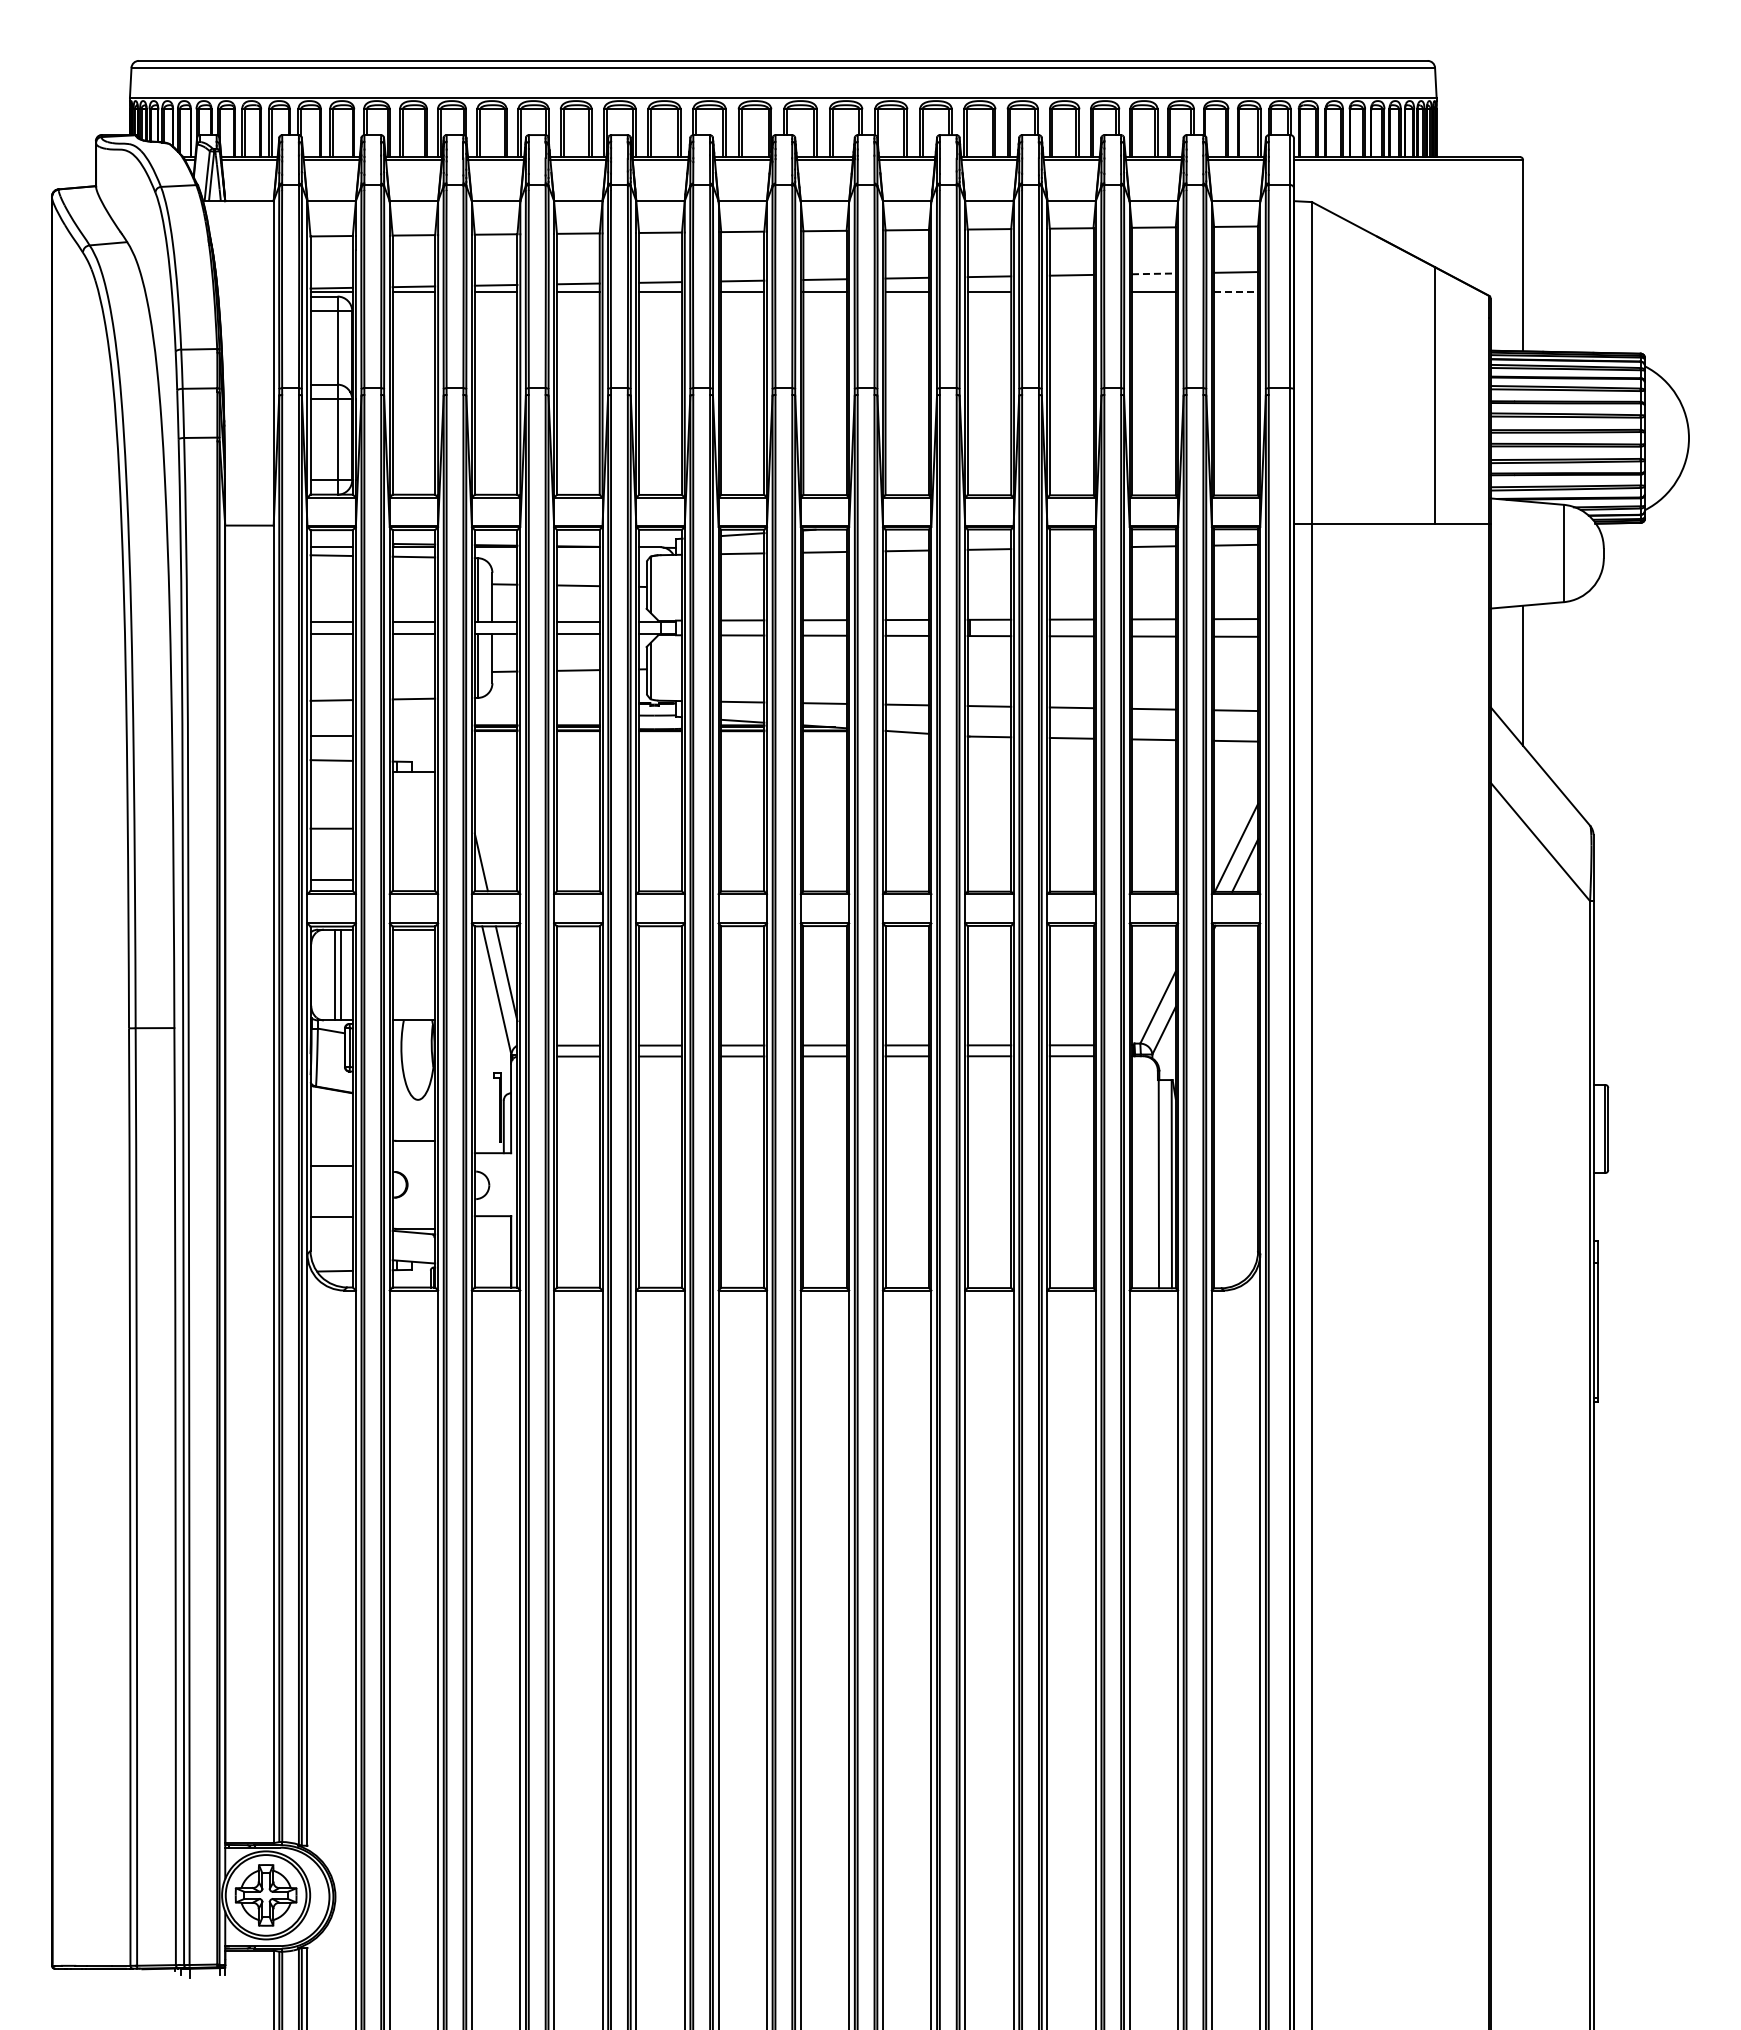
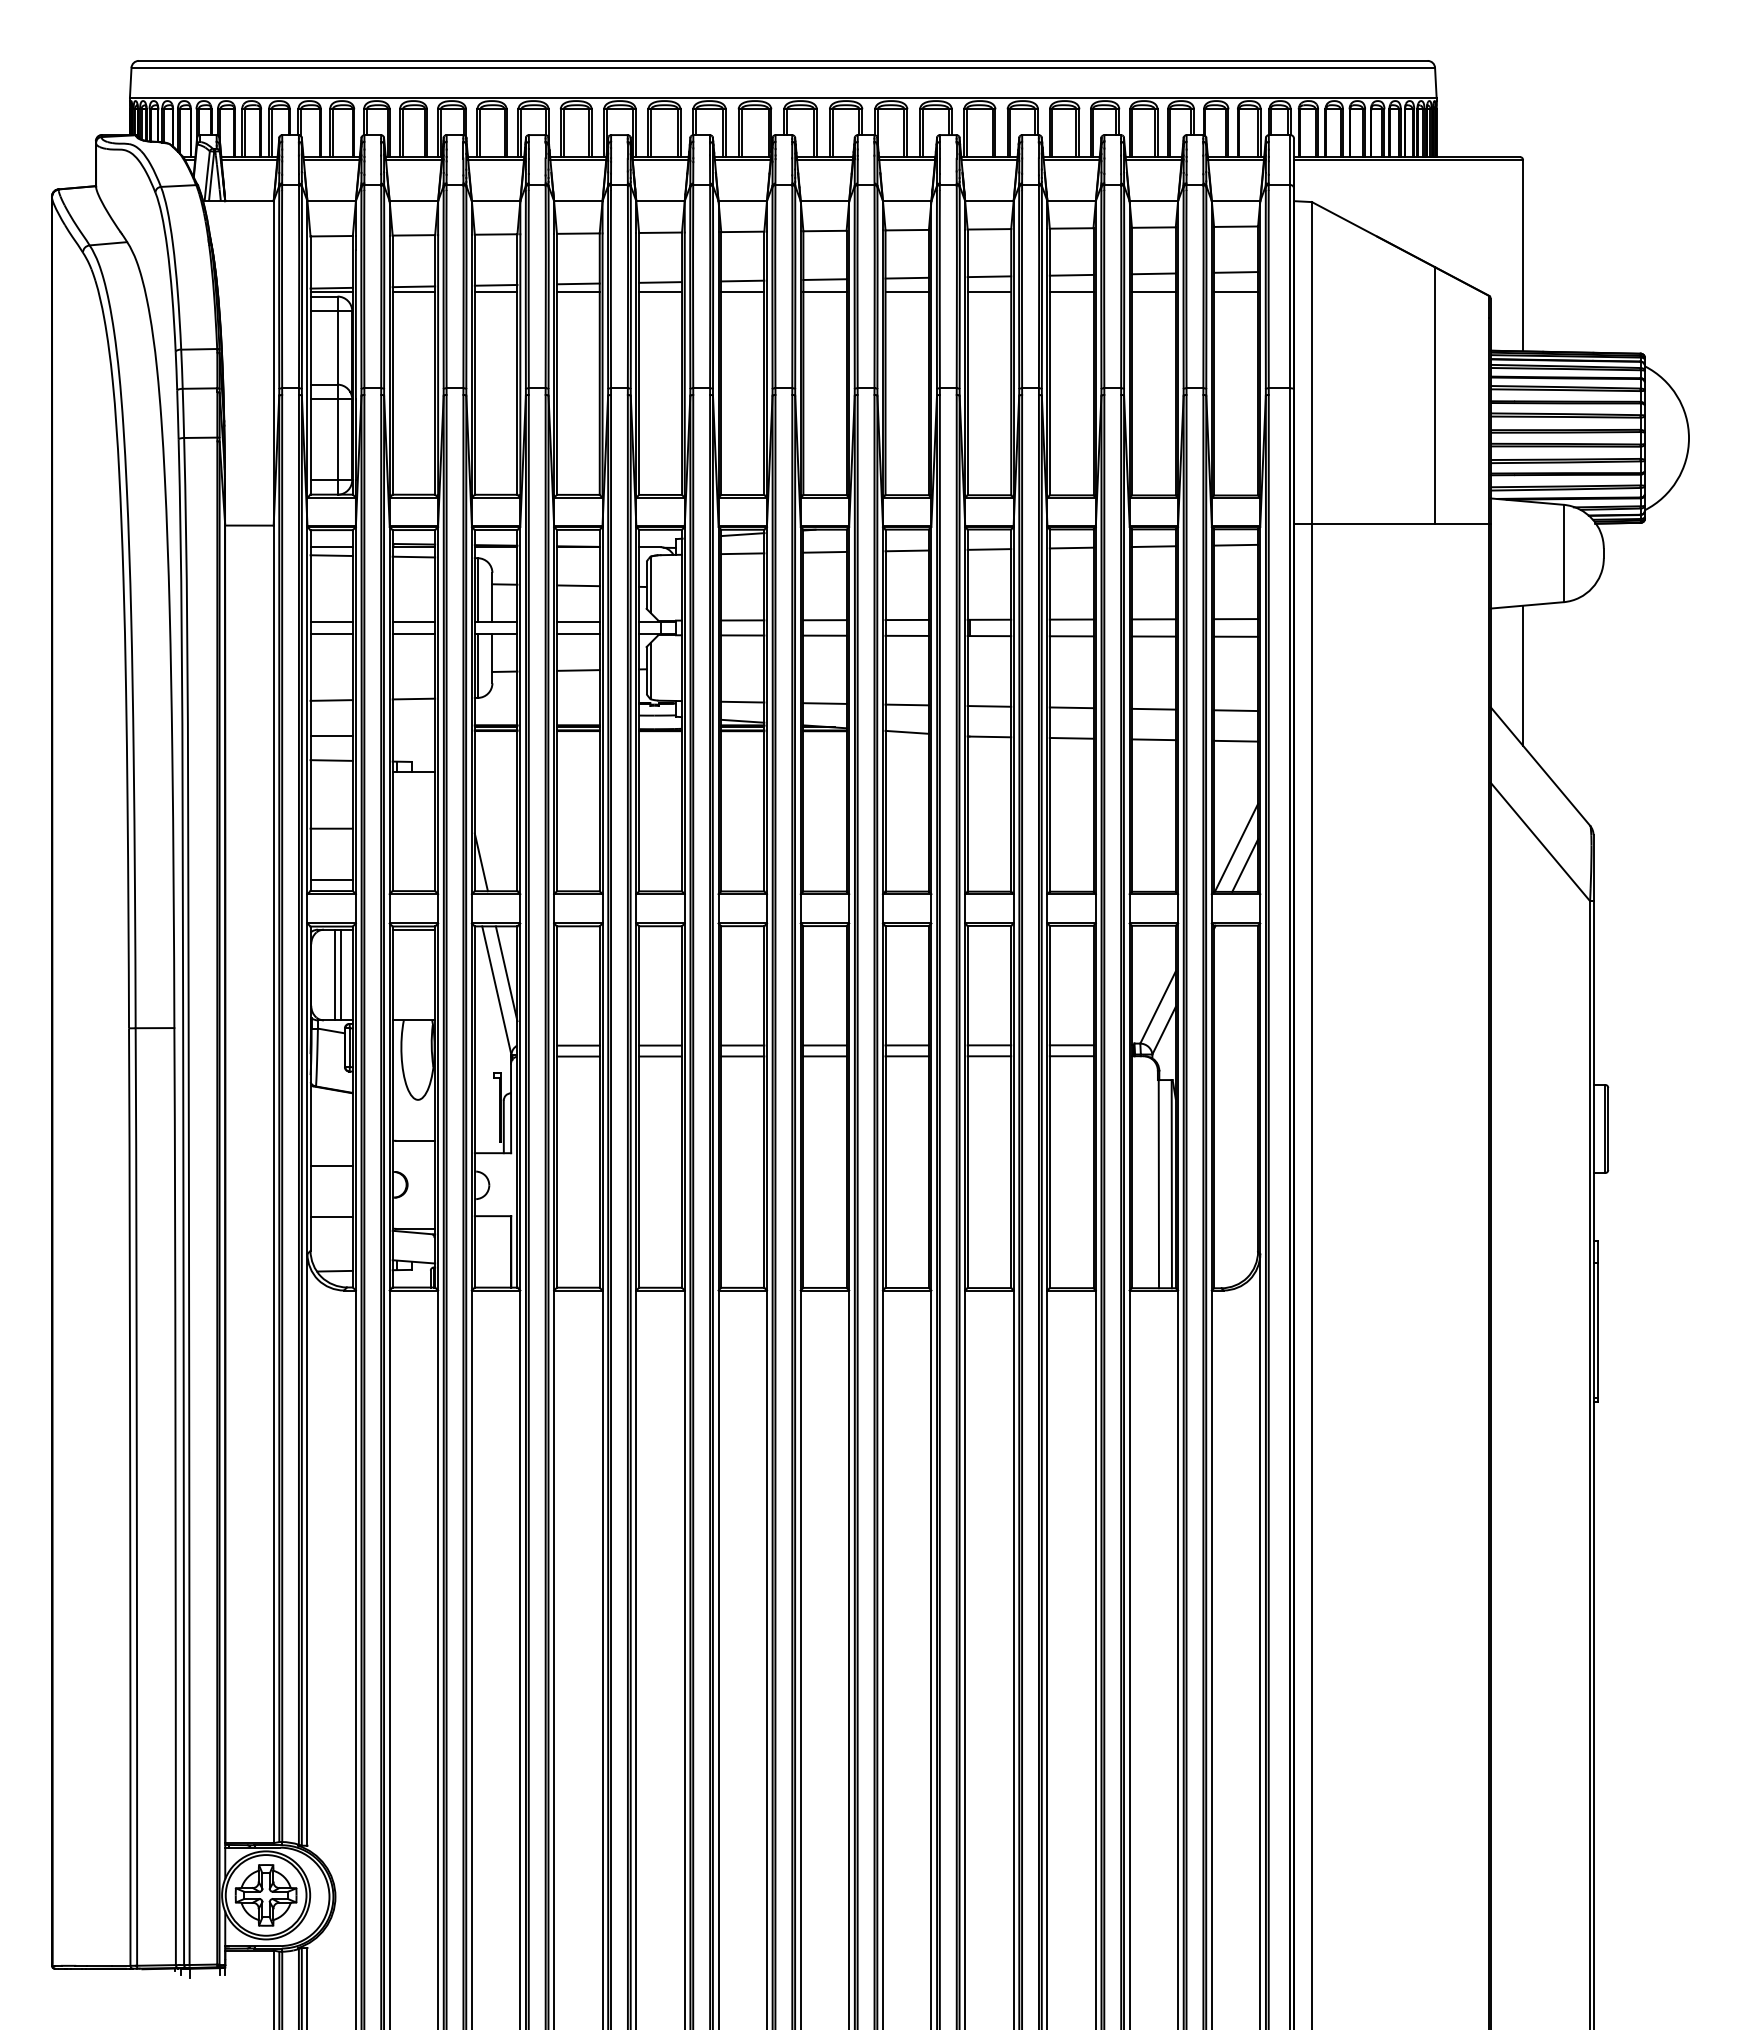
line at (1153, 273): dashed -> solid
line at (1071, 292): none -> present
line at (1236, 292): dashed -> solid
line at (1071, 547): none -> present
